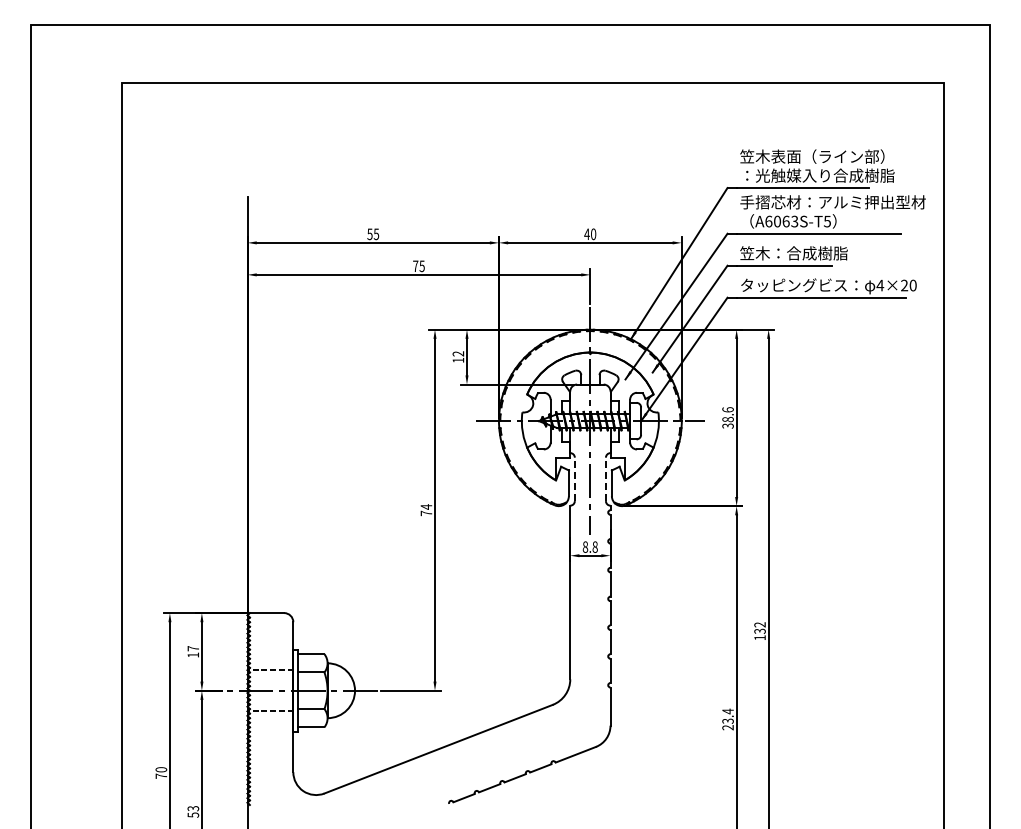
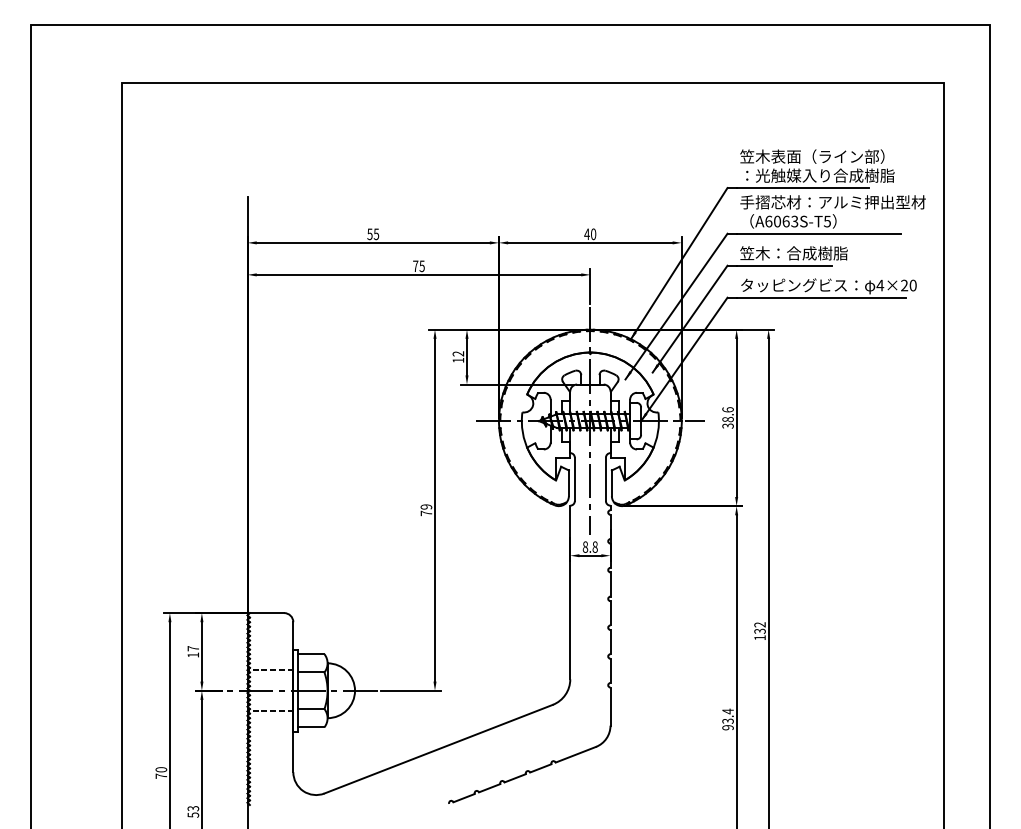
line at (574, 479): dashed -> solid
line at (605, 479): dashed -> solid
text at (426, 506): 74 -> 79
text at (728, 727): 23.4 -> 93.4
